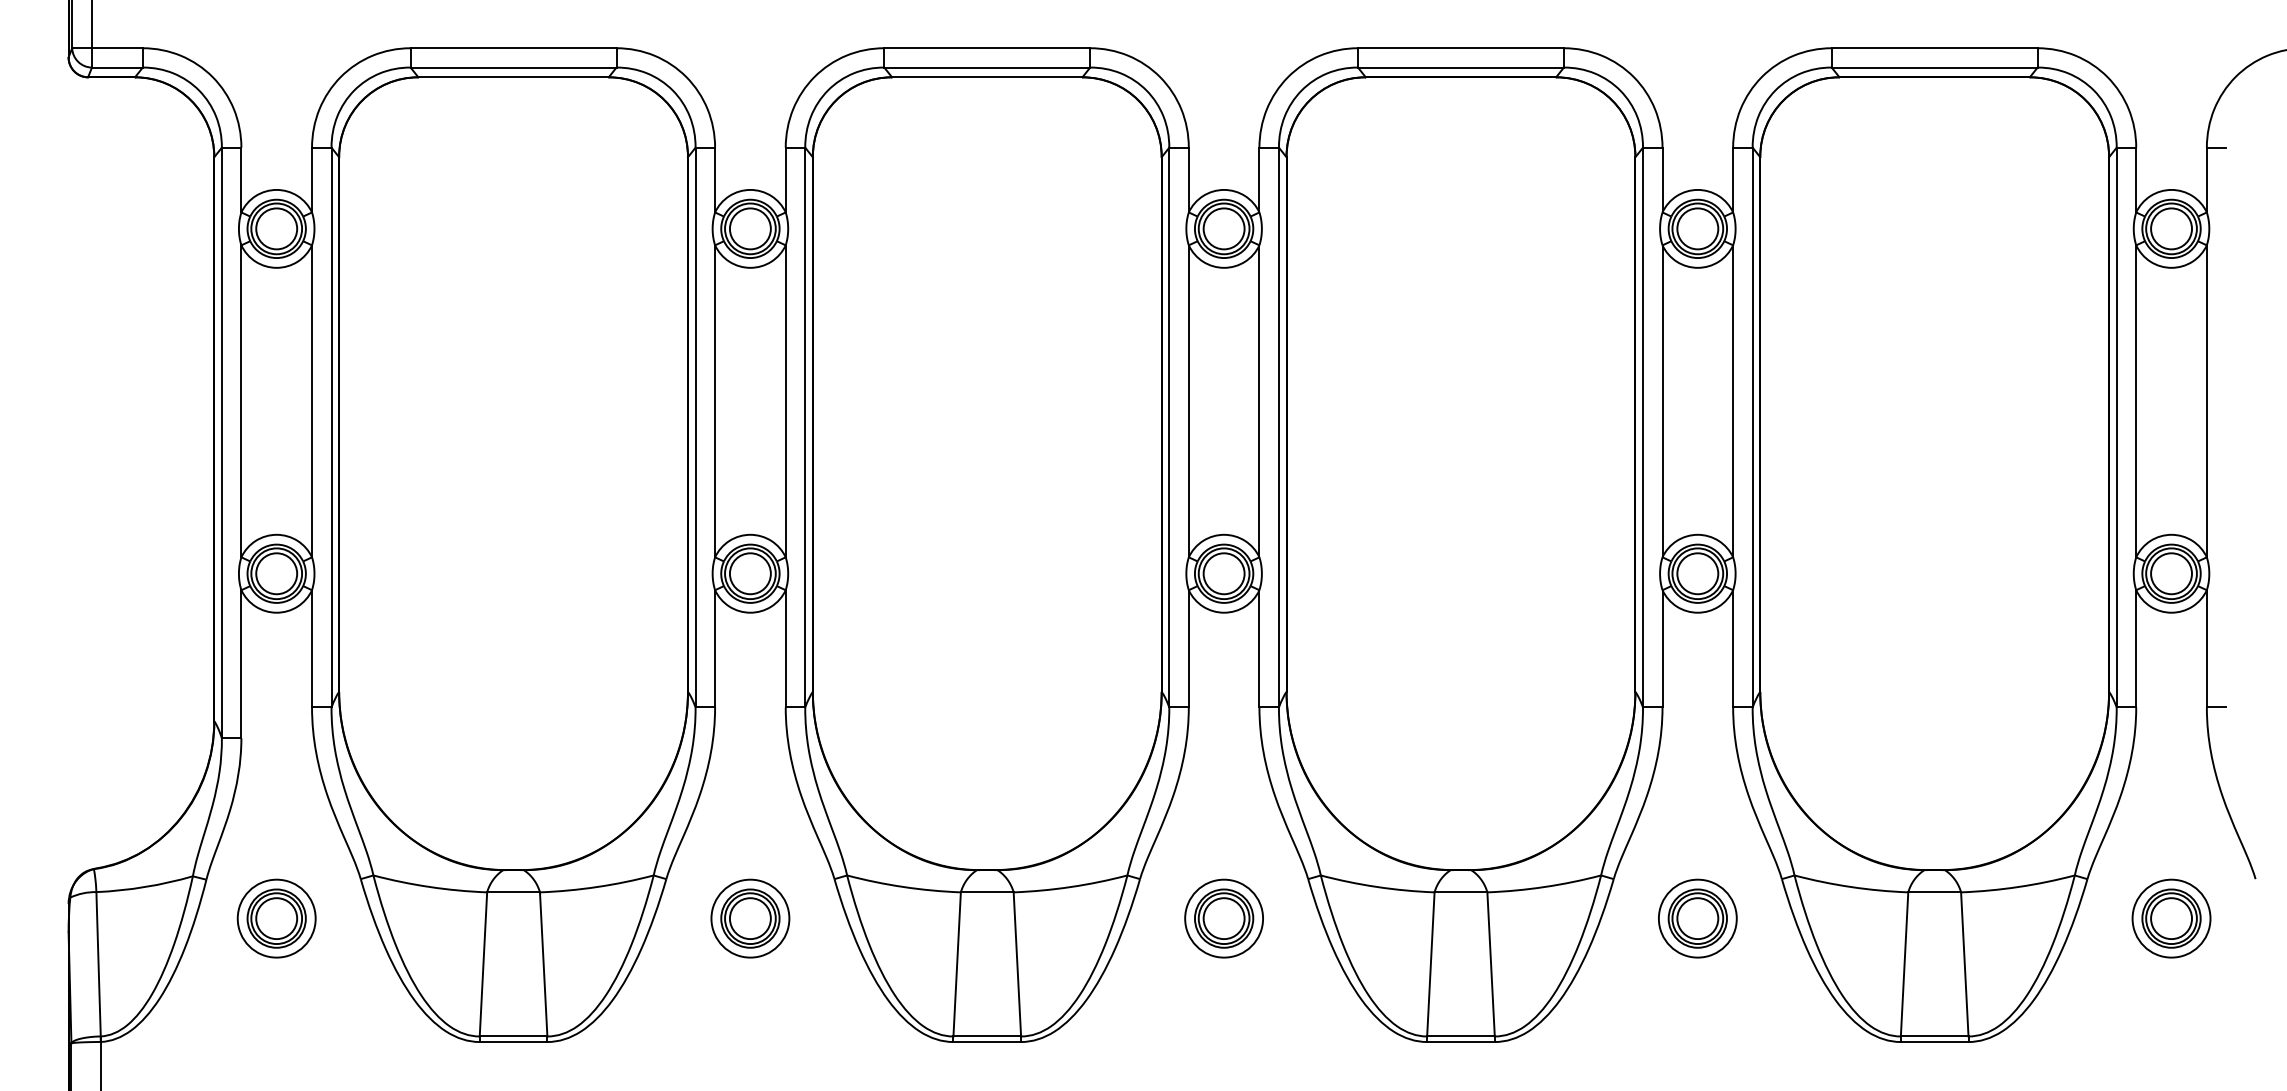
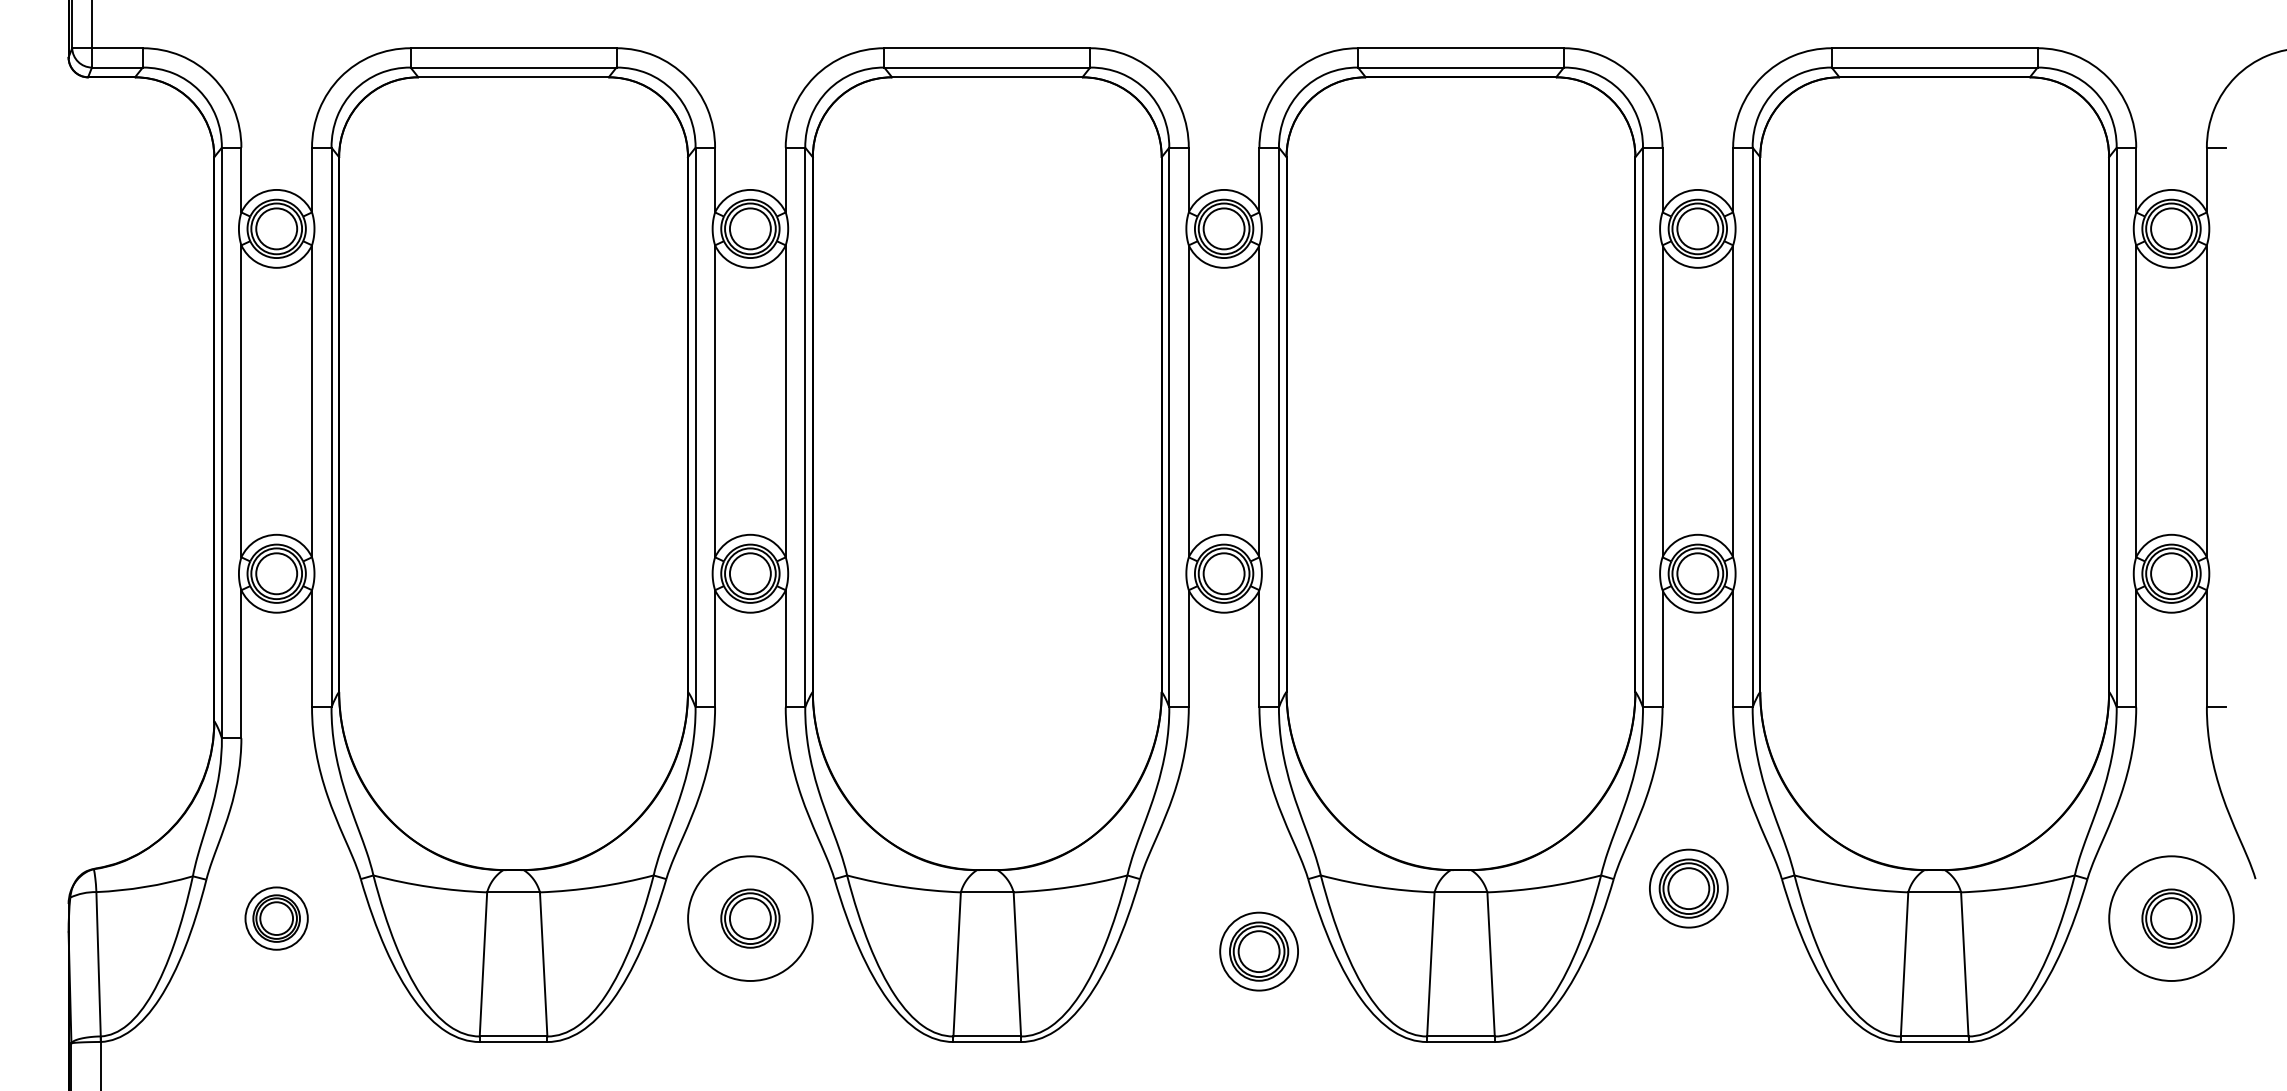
part at (276, 918) size: 81x81 px -> 65x65 px
circle at (750, 918) diameter: 78 px -> 125 px
part at (1223, 918) position: (1223, 918) -> (1258, 951)
part at (1697, 918) position: (1697, 918) -> (1688, 888)
circle at (2171, 918) diameter: 78 px -> 125 px
